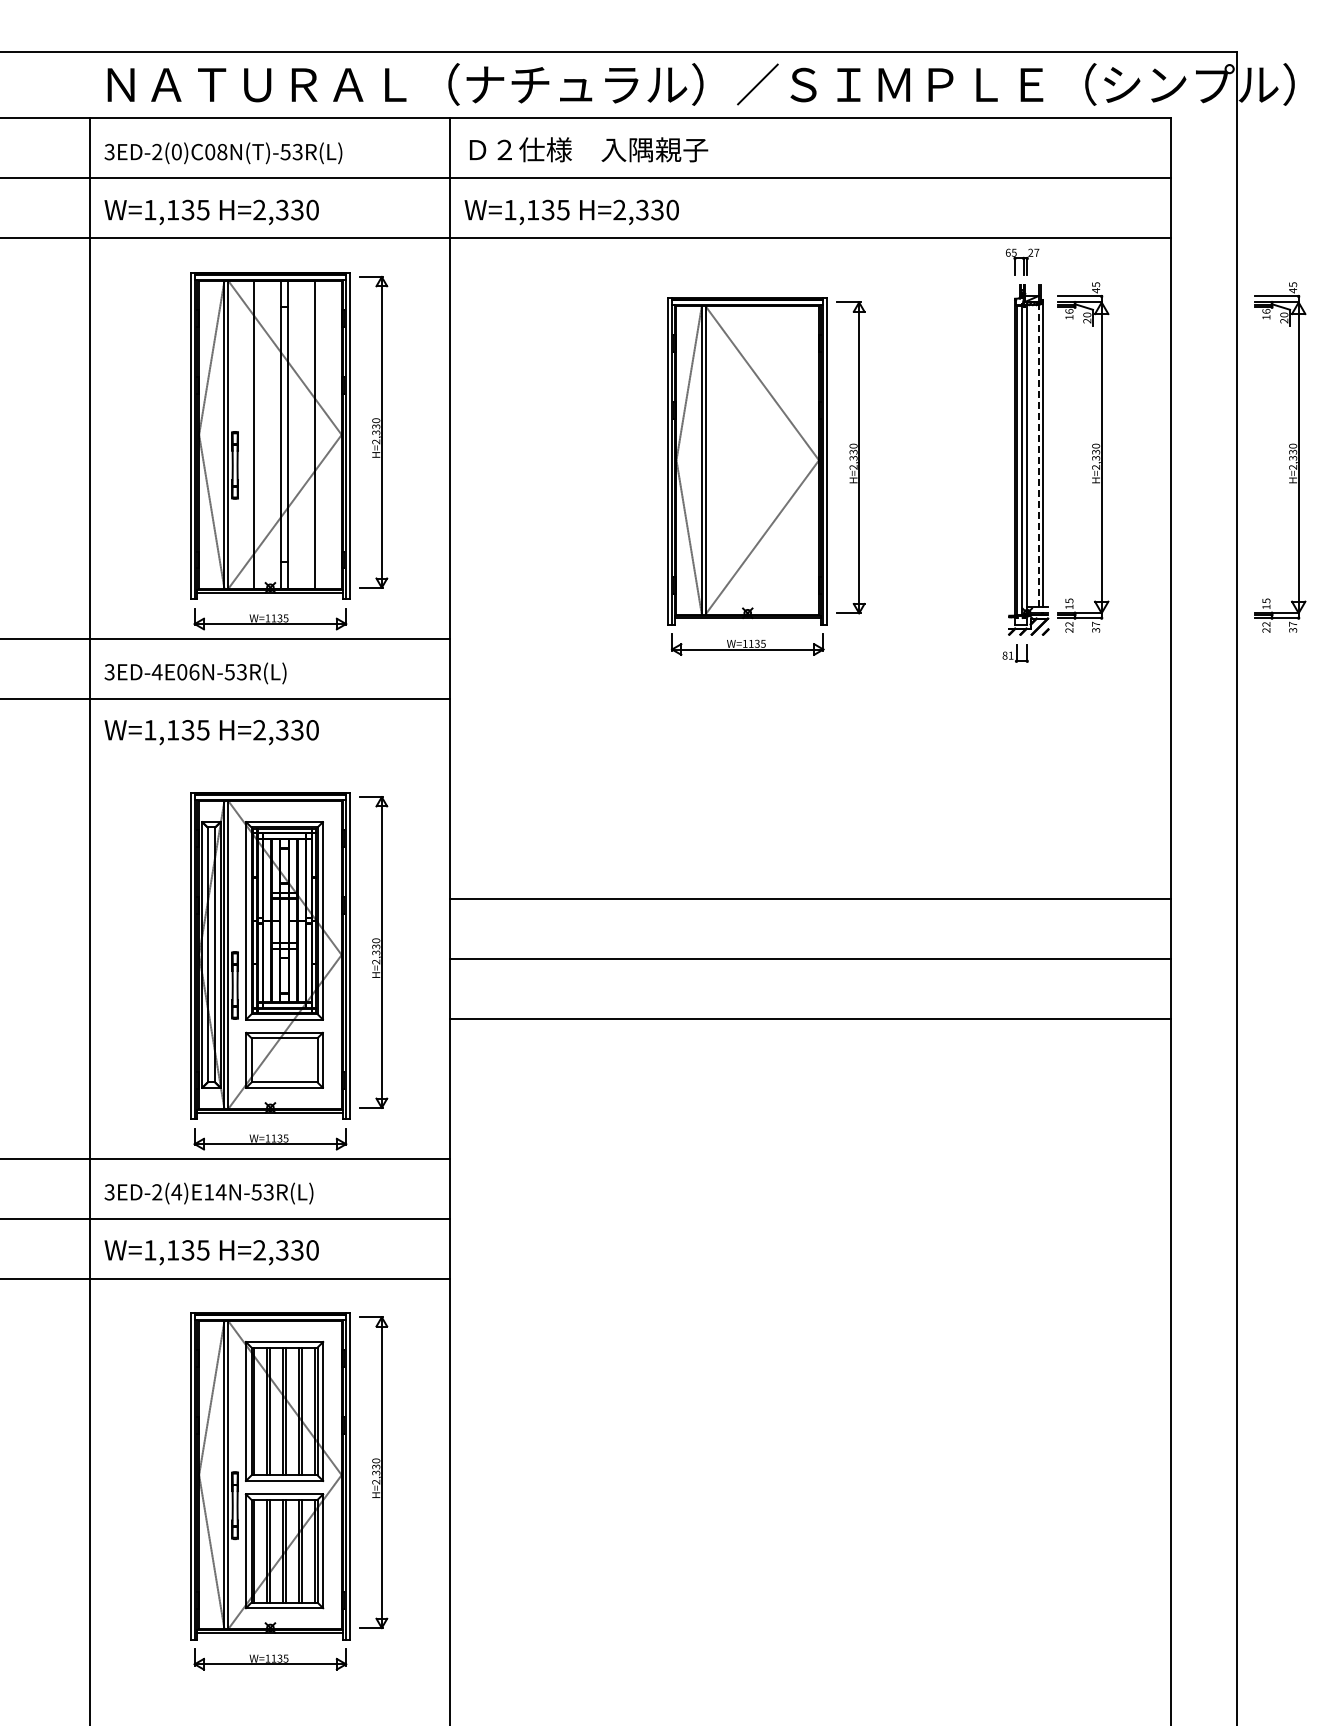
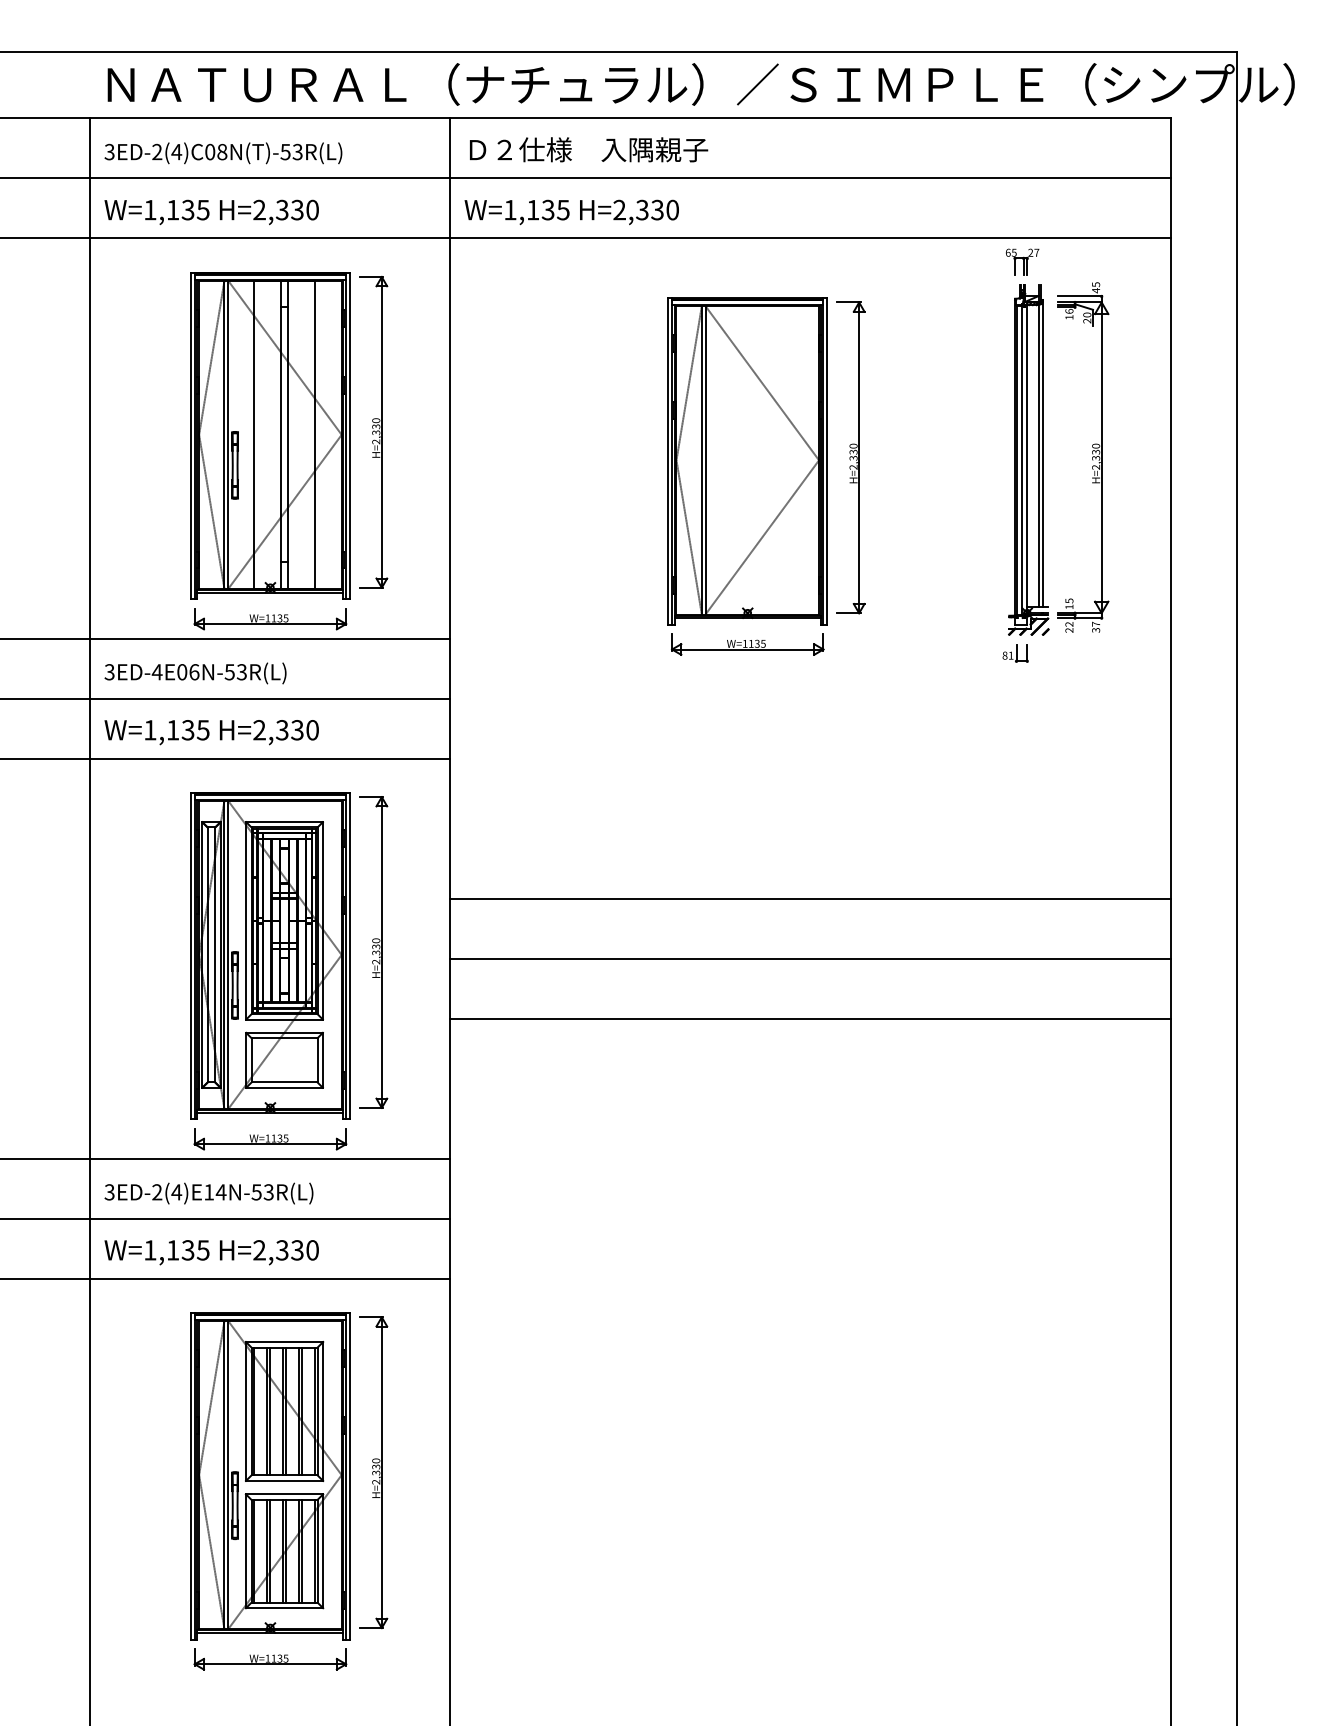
text at (176, 151): 3ED-2(0)C08N(T)-53R(L) -> 3ED-2(4)C08N(T)-53R(L)
line at (1038, 455): dashed -> solid
part at (1289, 457): present -> none
line at (226, 758): none -> present
